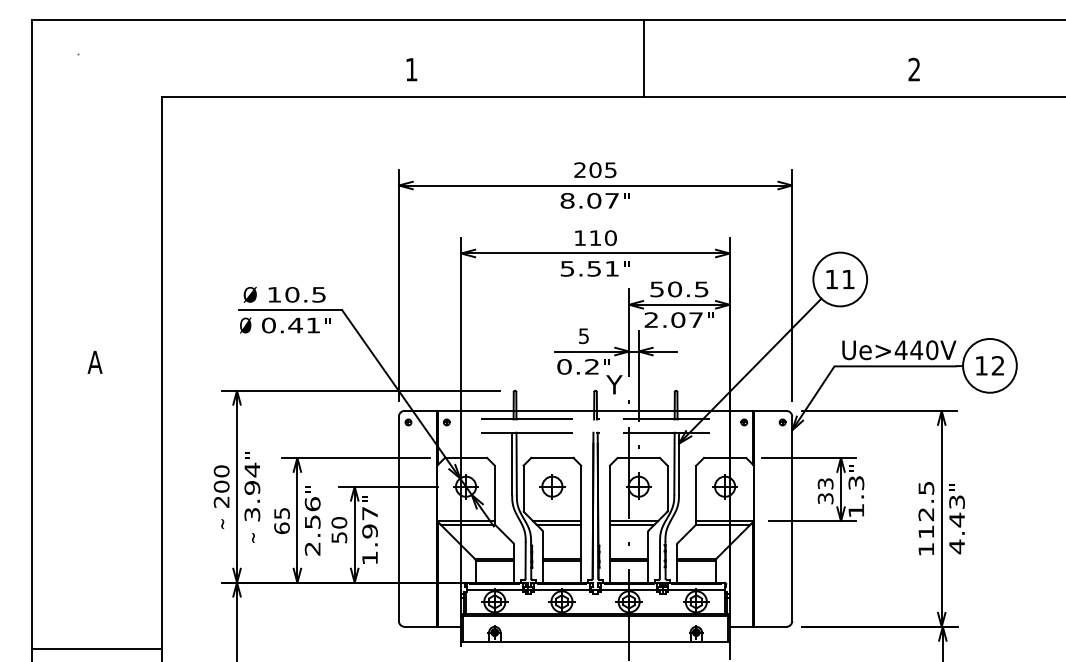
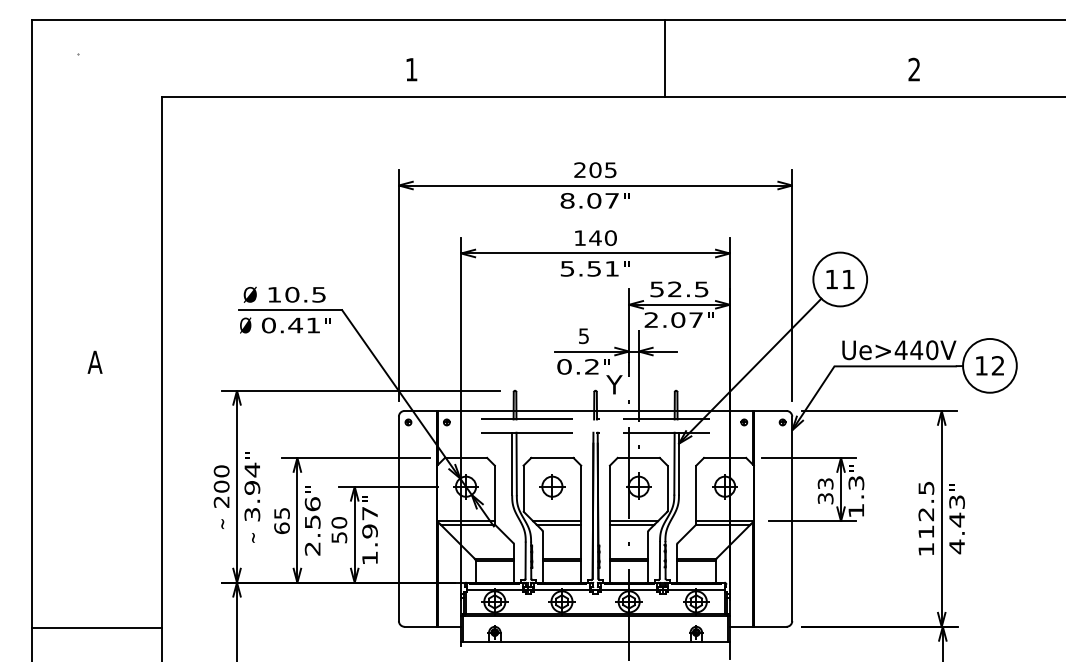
line at (644, 57) position: (644, 57) -> (665, 57)
text at (595, 237): 110 -> 140
text at (675, 289): 50.5 -> 52.5
line at (96, 649) position: (96, 649) -> (96, 628)
